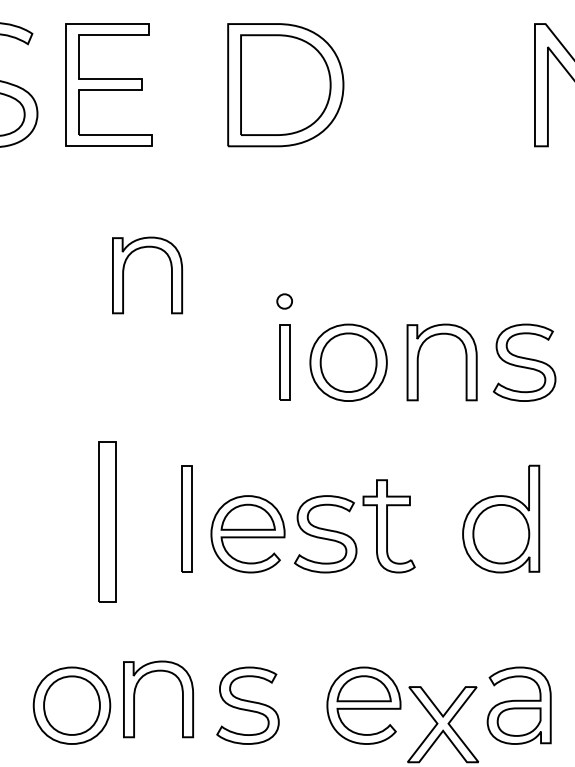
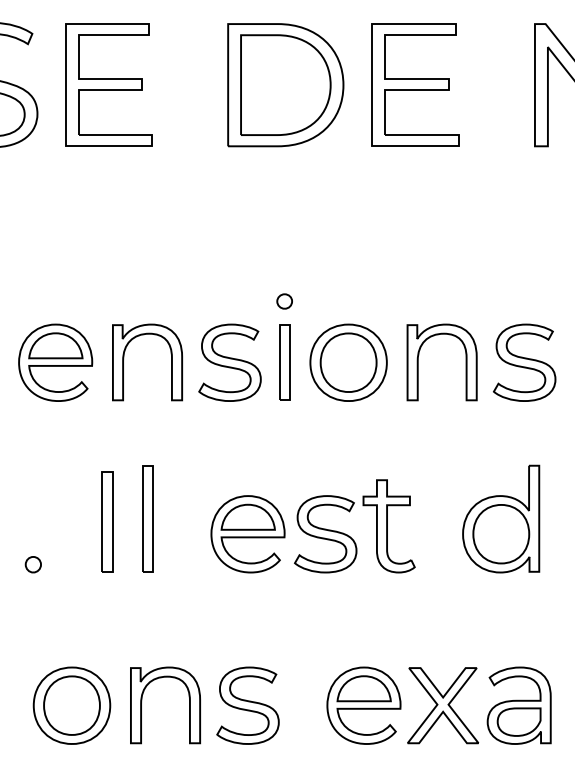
part at (415, 84): none -> present
part at (124, 272) position: (124, 272) -> (124, 359)
part at (55, 362): none -> present
part at (229, 362): none -> present
part at (186, 518) position: (186, 518) -> (147, 518)
part at (107, 521) size: 19x162 px -> 13x102 px
part at (32, 564): none -> present
part at (135, 695) position: (135, 695) -> (142, 701)
part at (443, 724) position: (443, 724) -> (443, 705)
